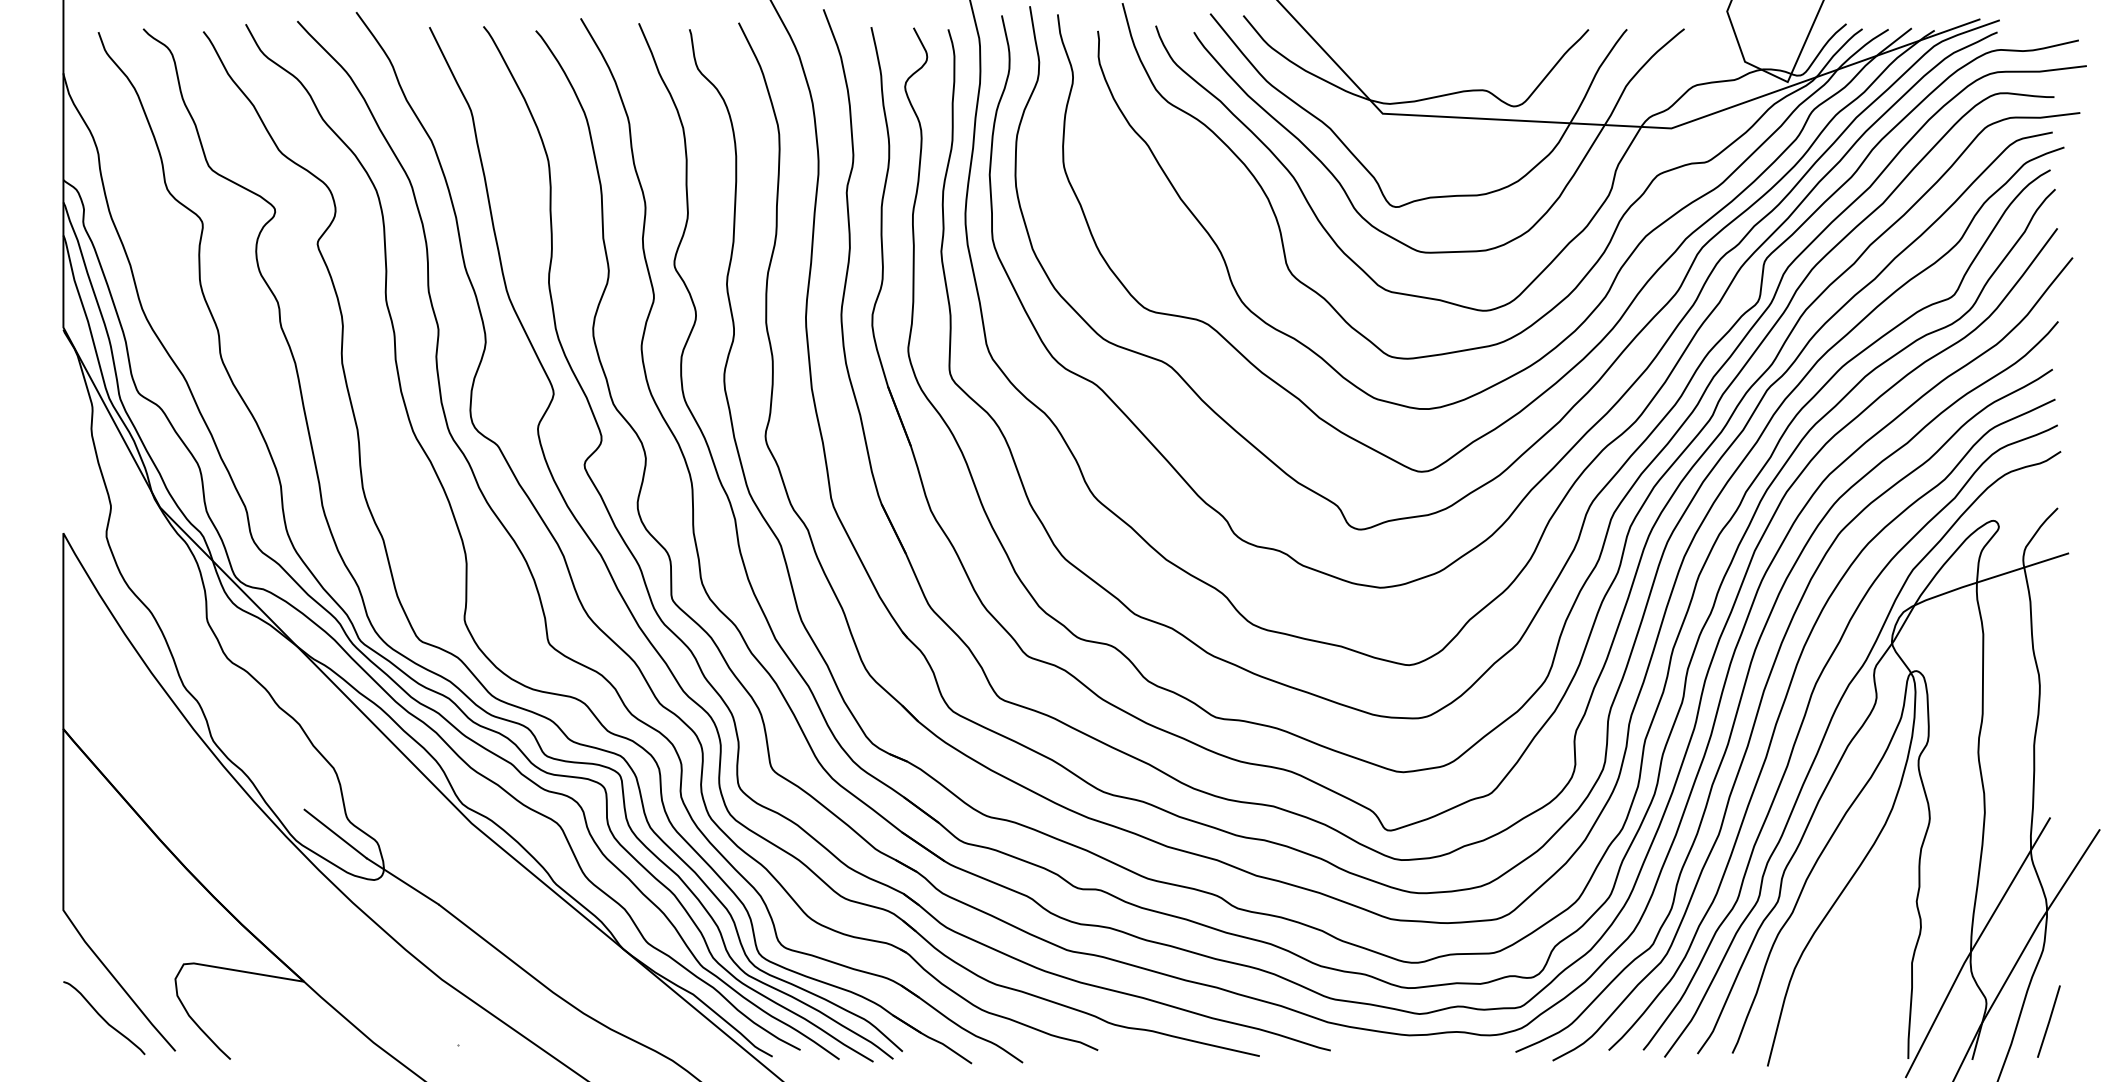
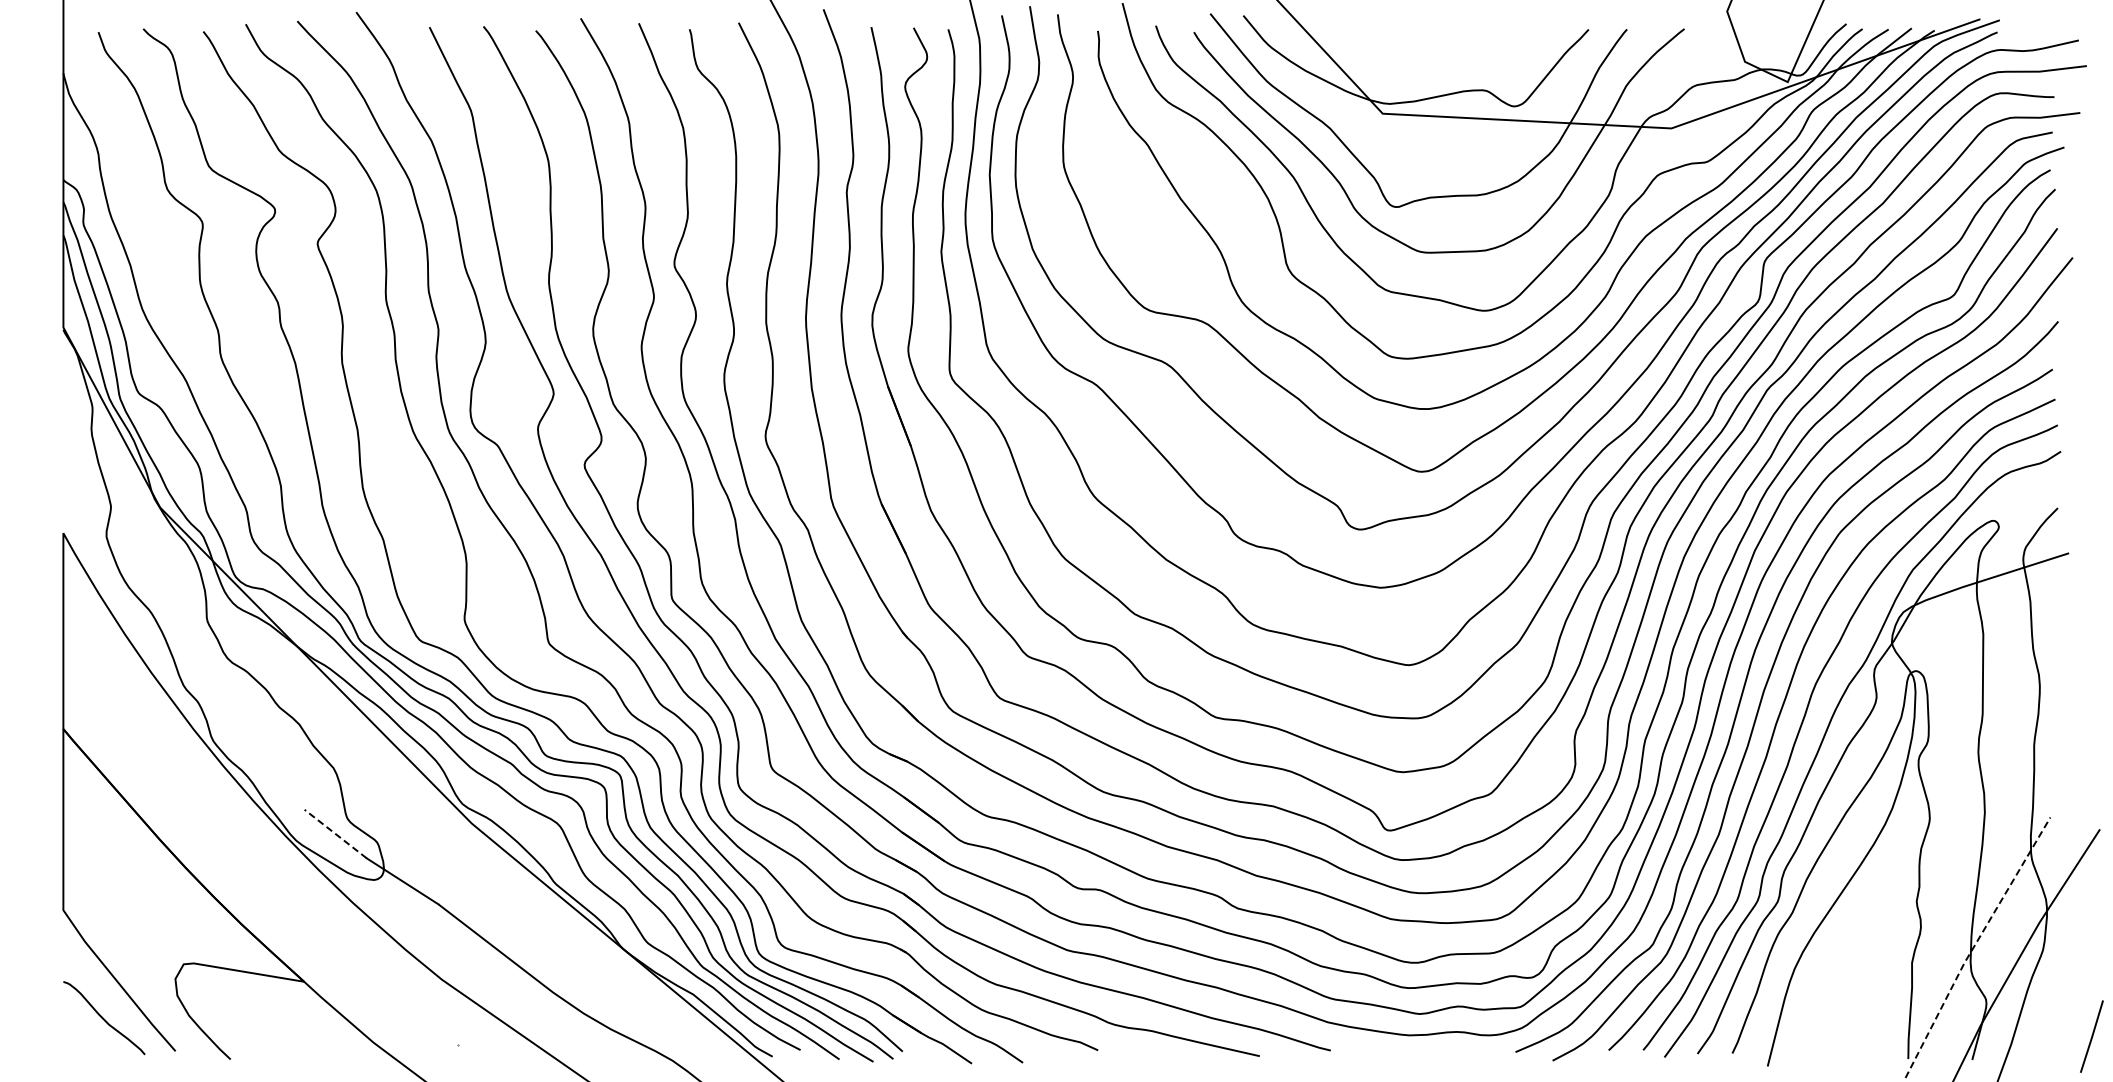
line at (335, 833): solid -> dashed
line at (1974, 946): solid -> dashed
line at (2048, 1021) position: (2048, 1021) -> (2091, 1036)
